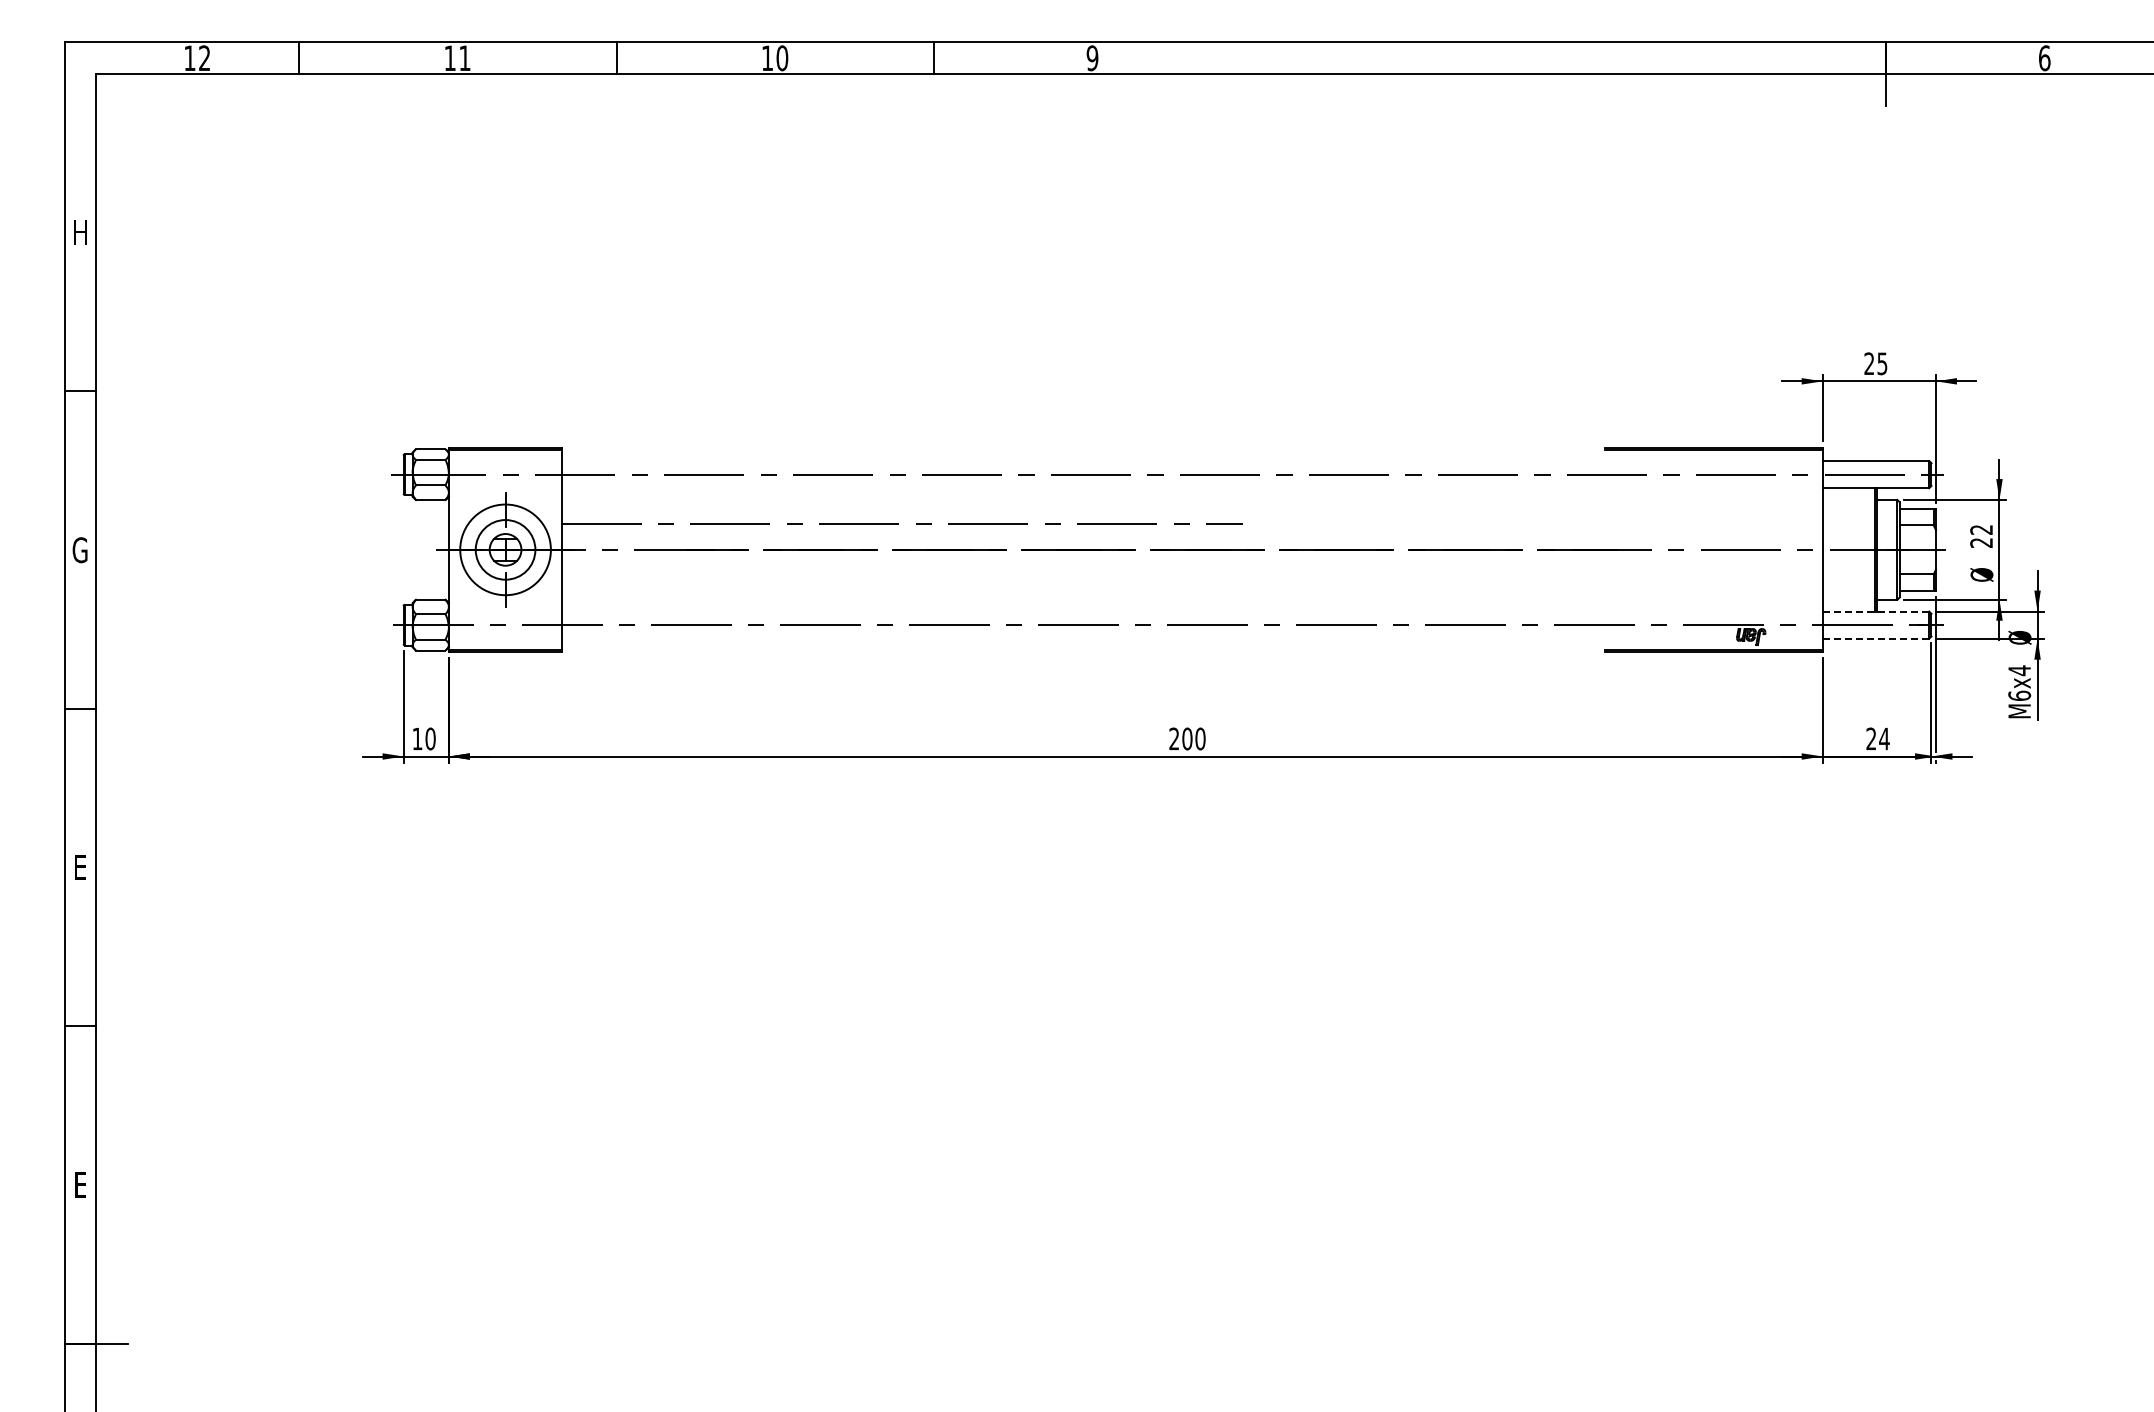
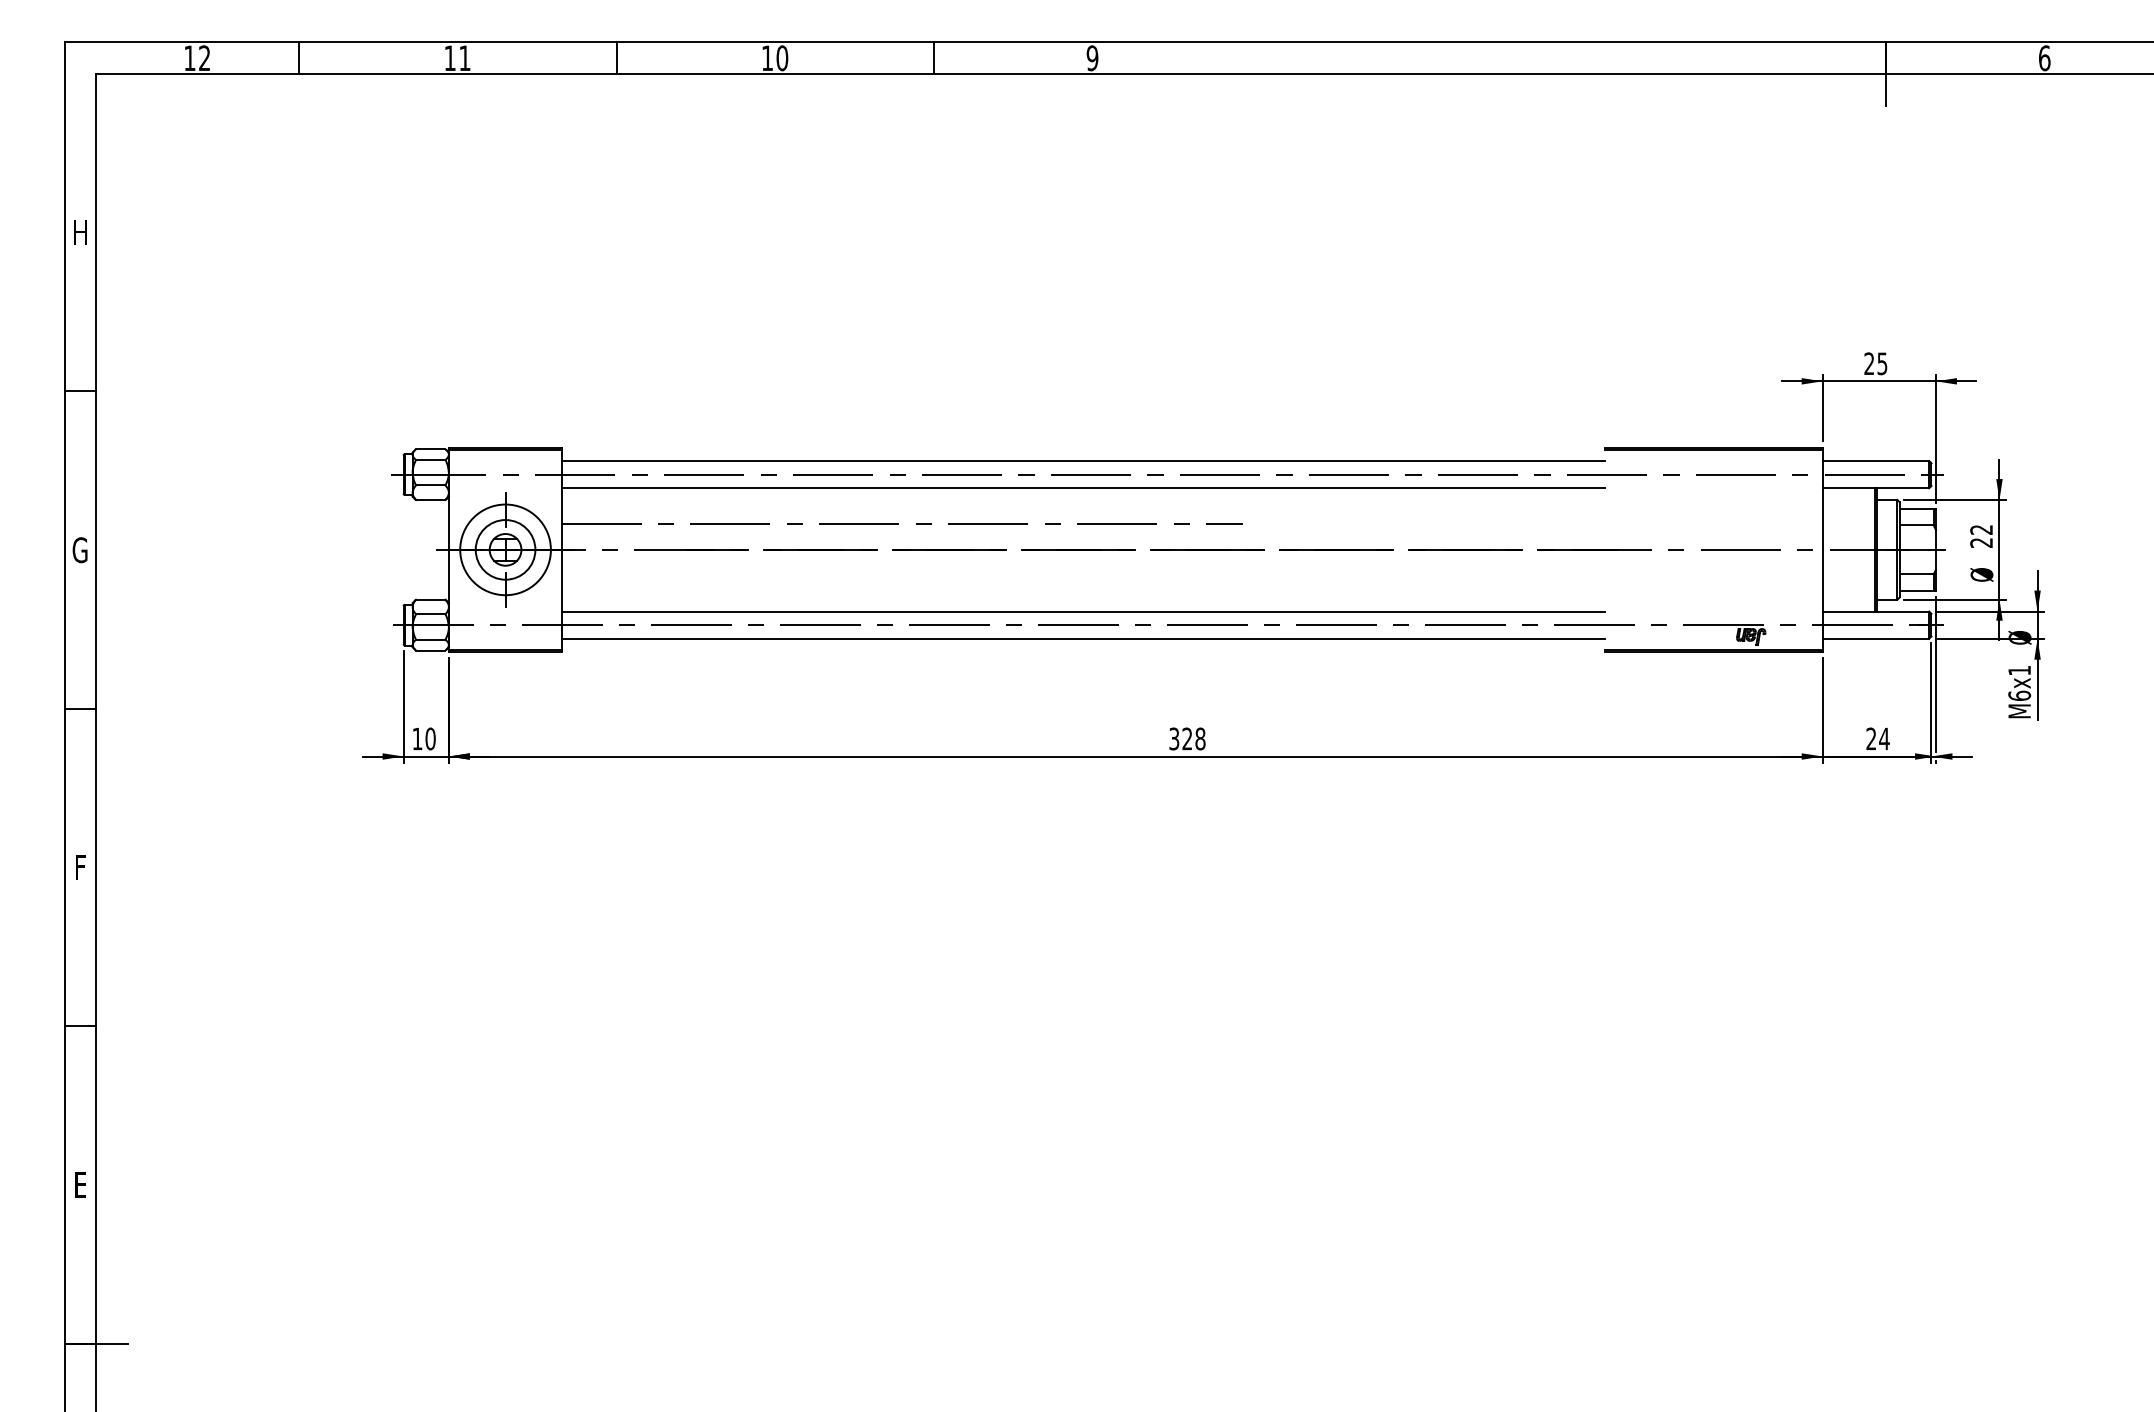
line at (1083, 461): none -> present
line at (1083, 488): none -> present
line at (1083, 611): none -> present
line at (1875, 611): dashed -> solid
line at (1083, 638): none -> present
line at (1876, 638): dashed -> solid
text at (2019, 670): M6x4 -> M6x1
text at (1187, 738): 200 -> 328
text at (80, 867): E -> F
